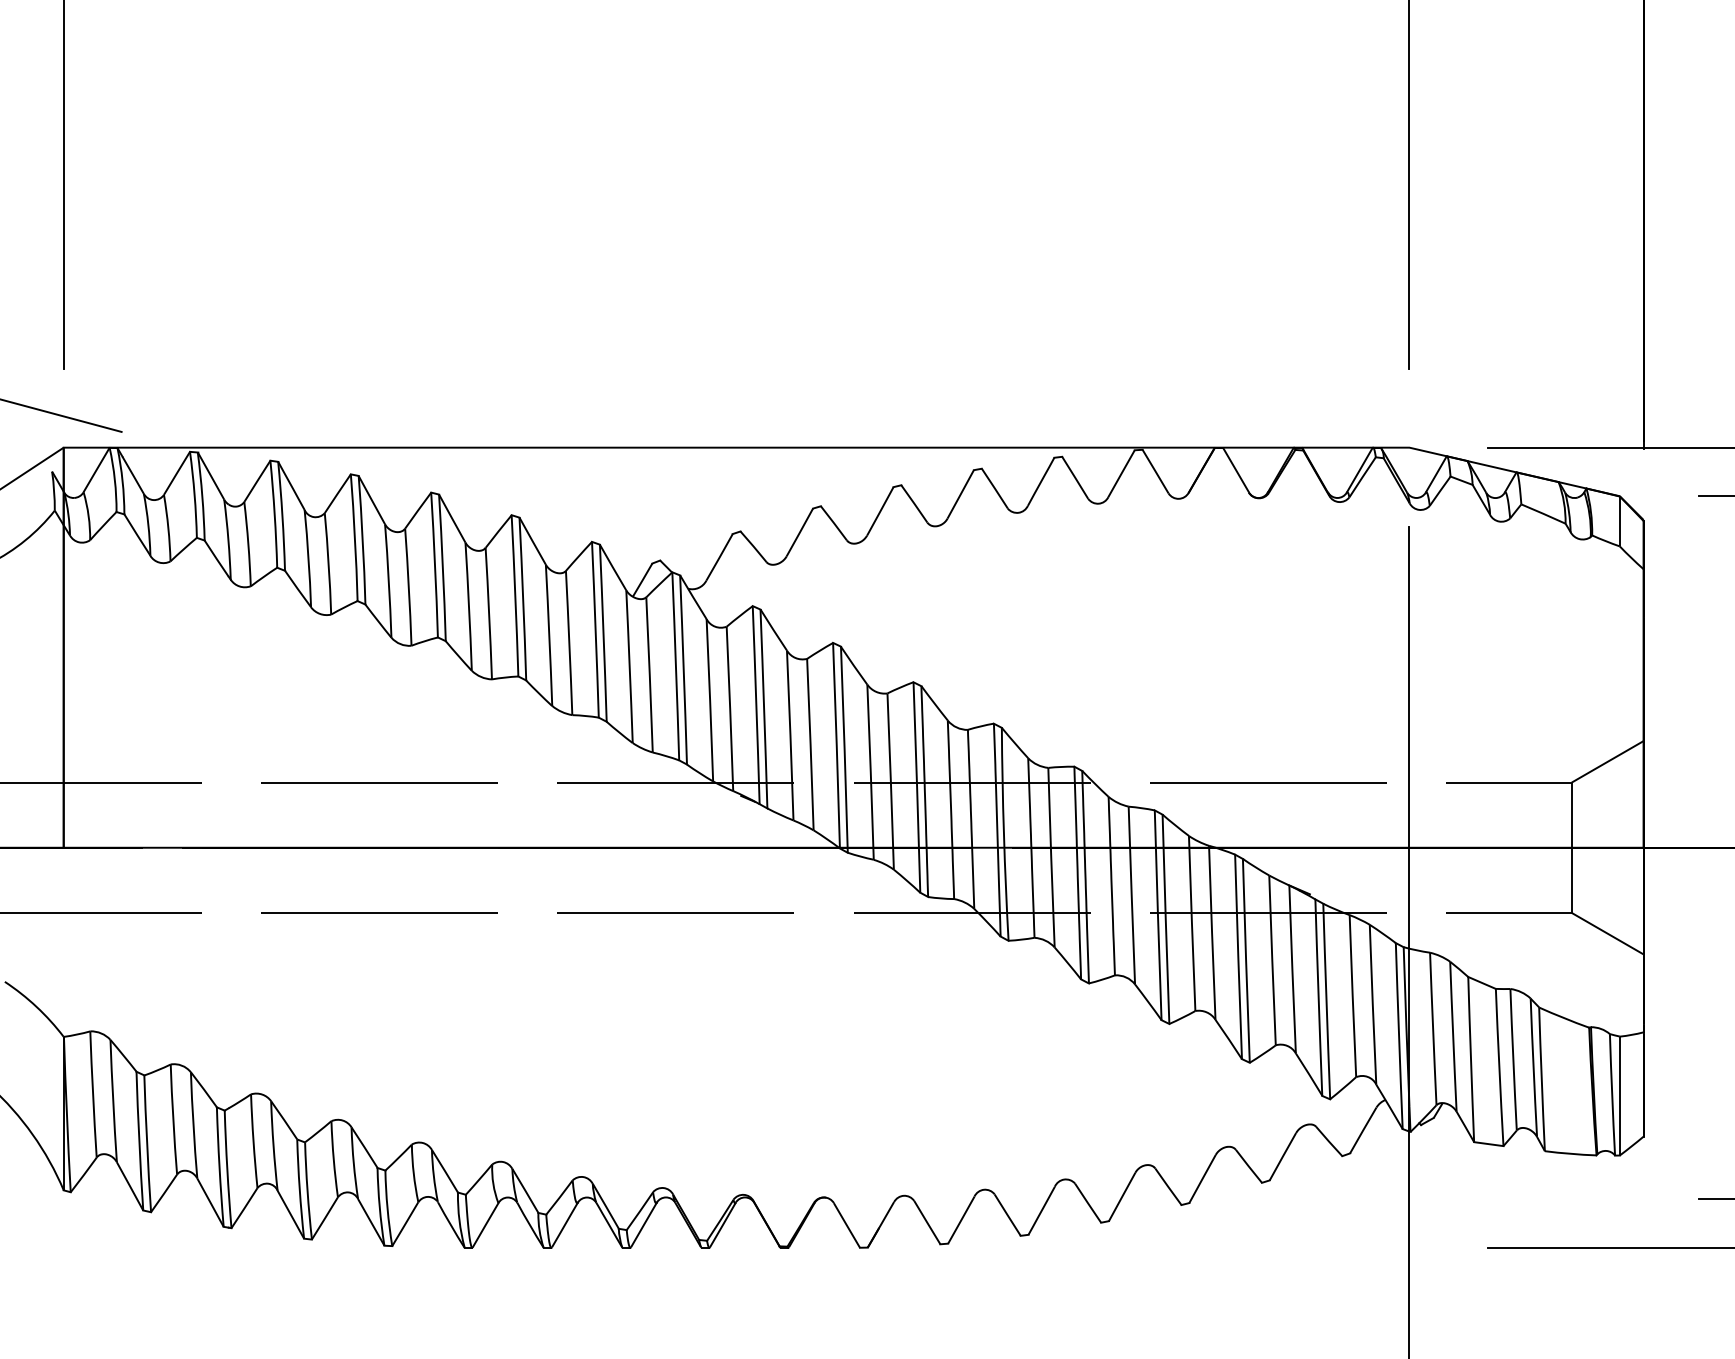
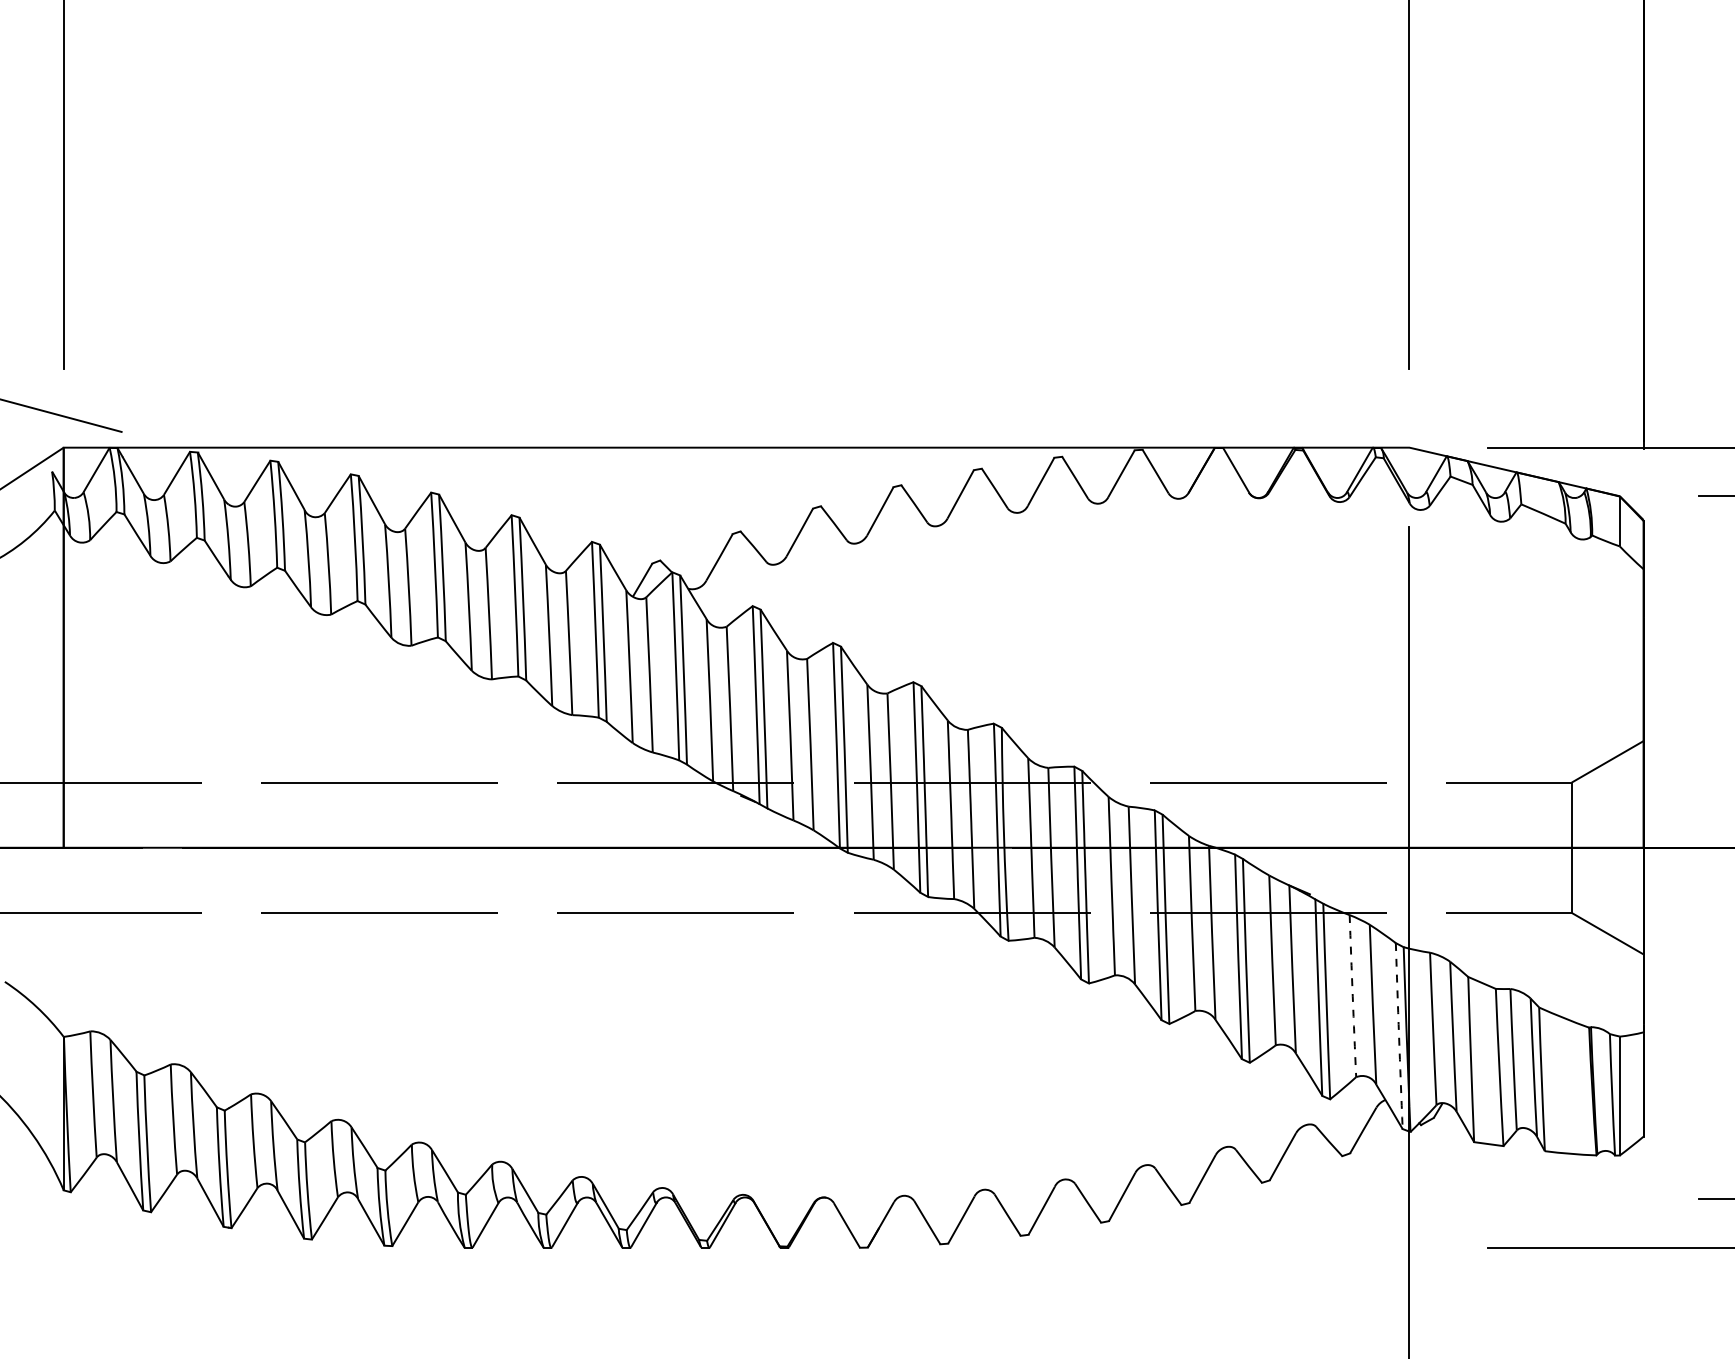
arc at (1352, 996): solid -> dashed
arc at (1399, 1036): solid -> dashed
